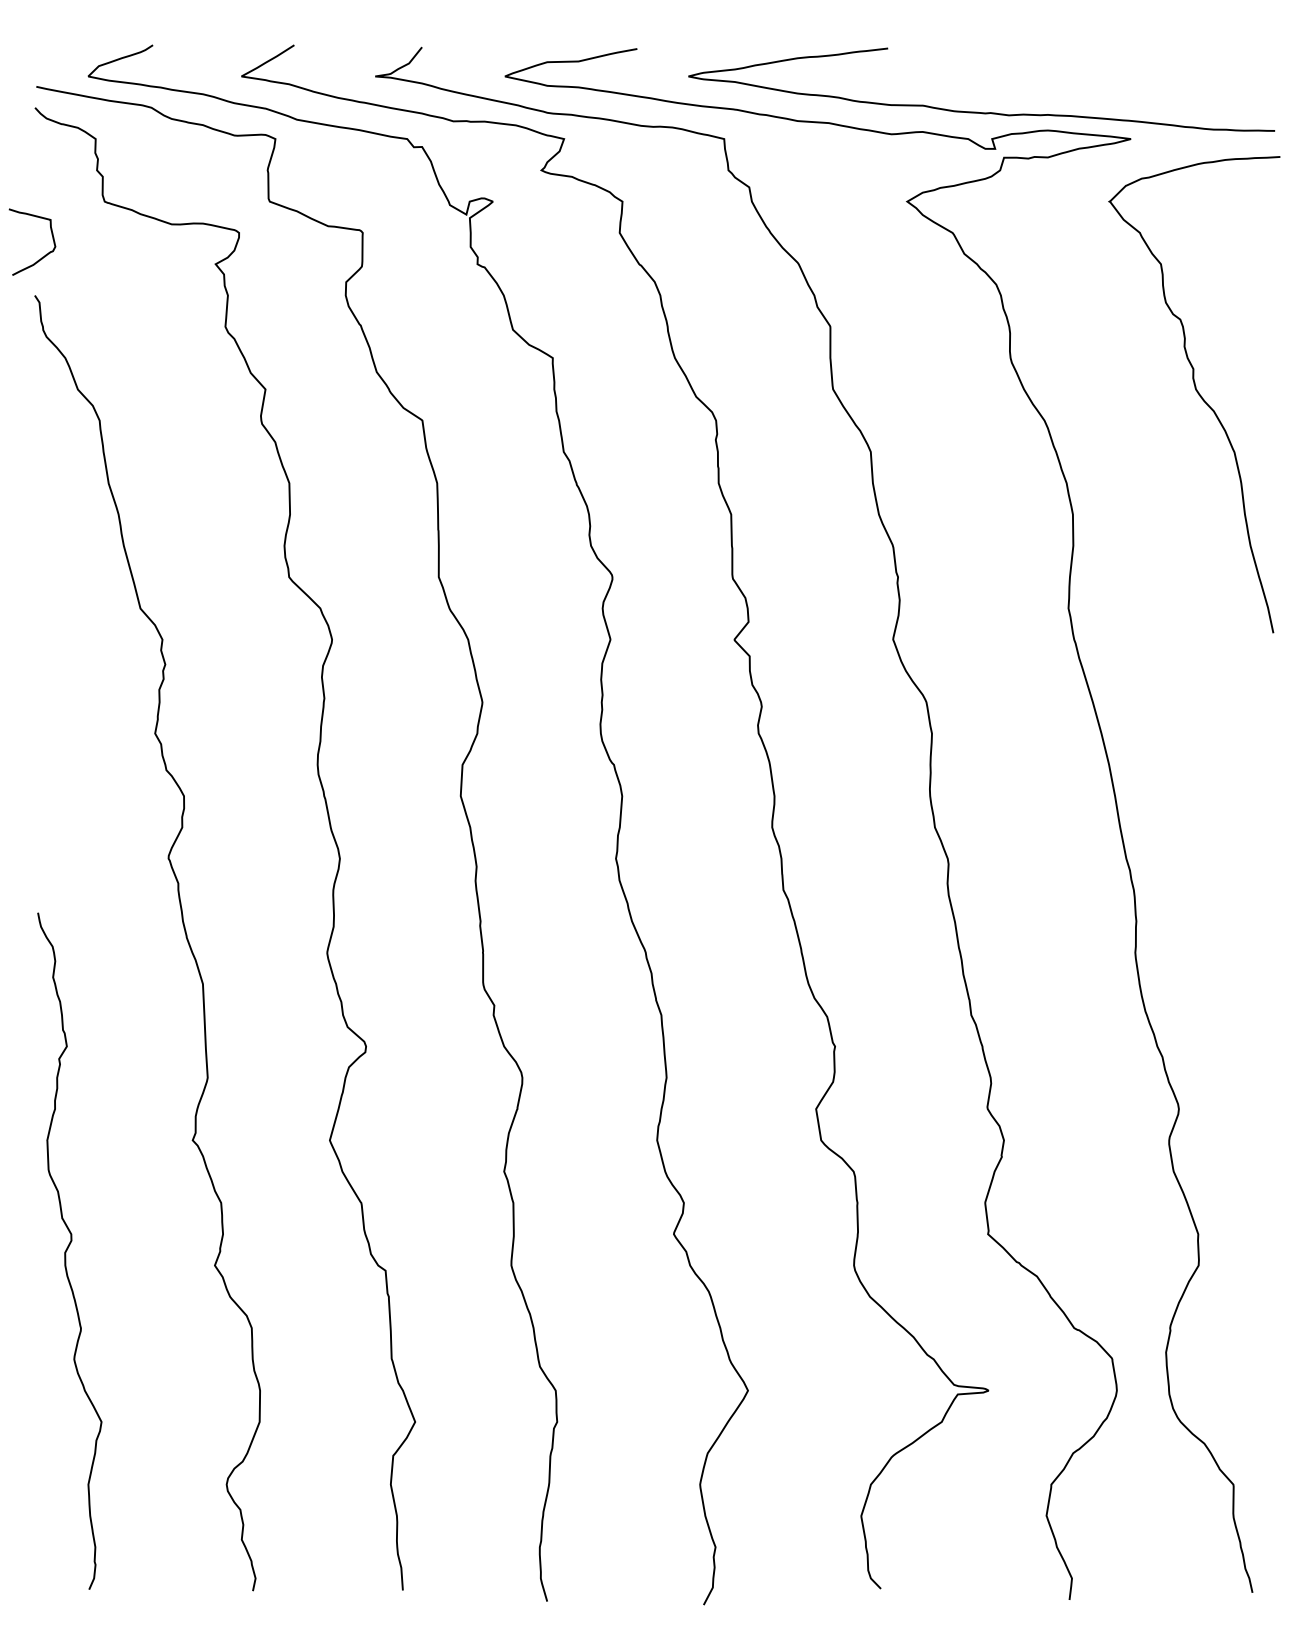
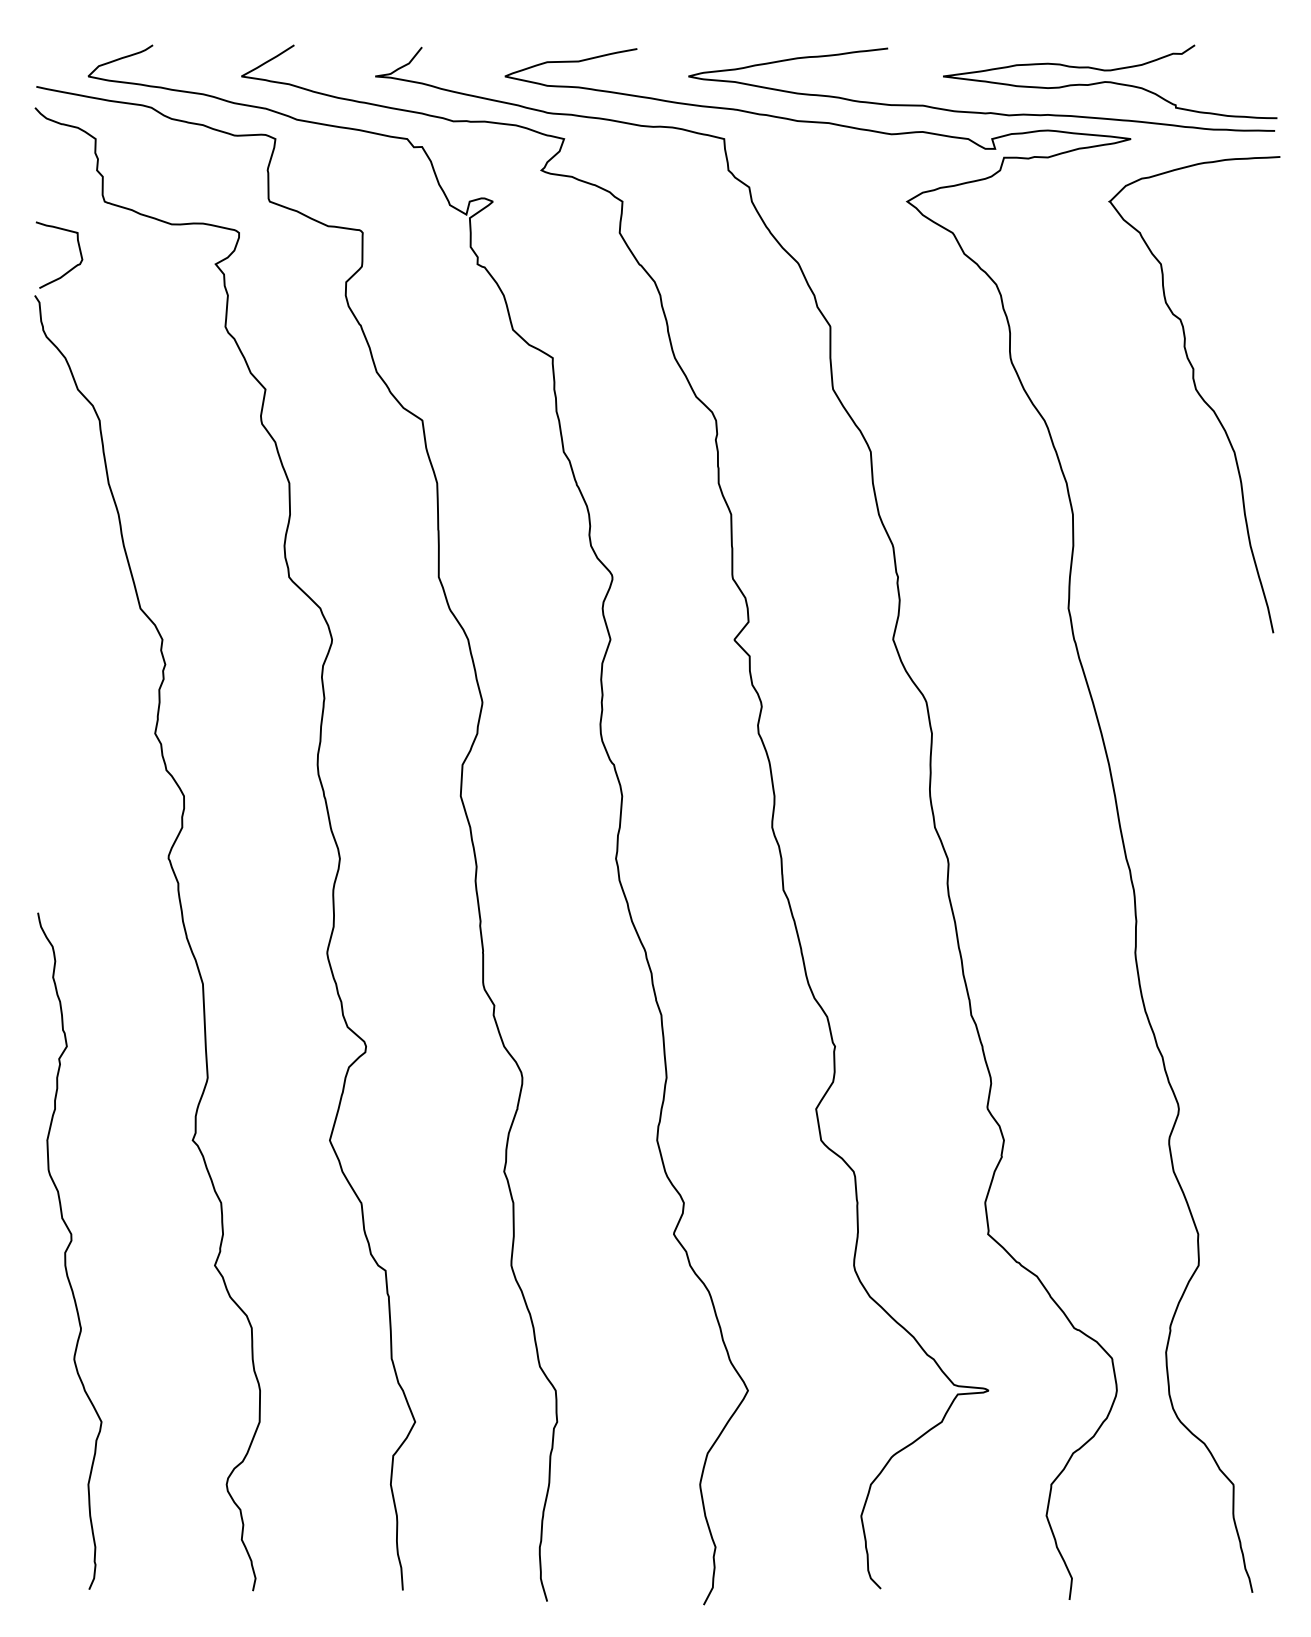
curve at (1110, 81): none -> present
curve at (42, 256) position: (42, 256) -> (69, 269)
